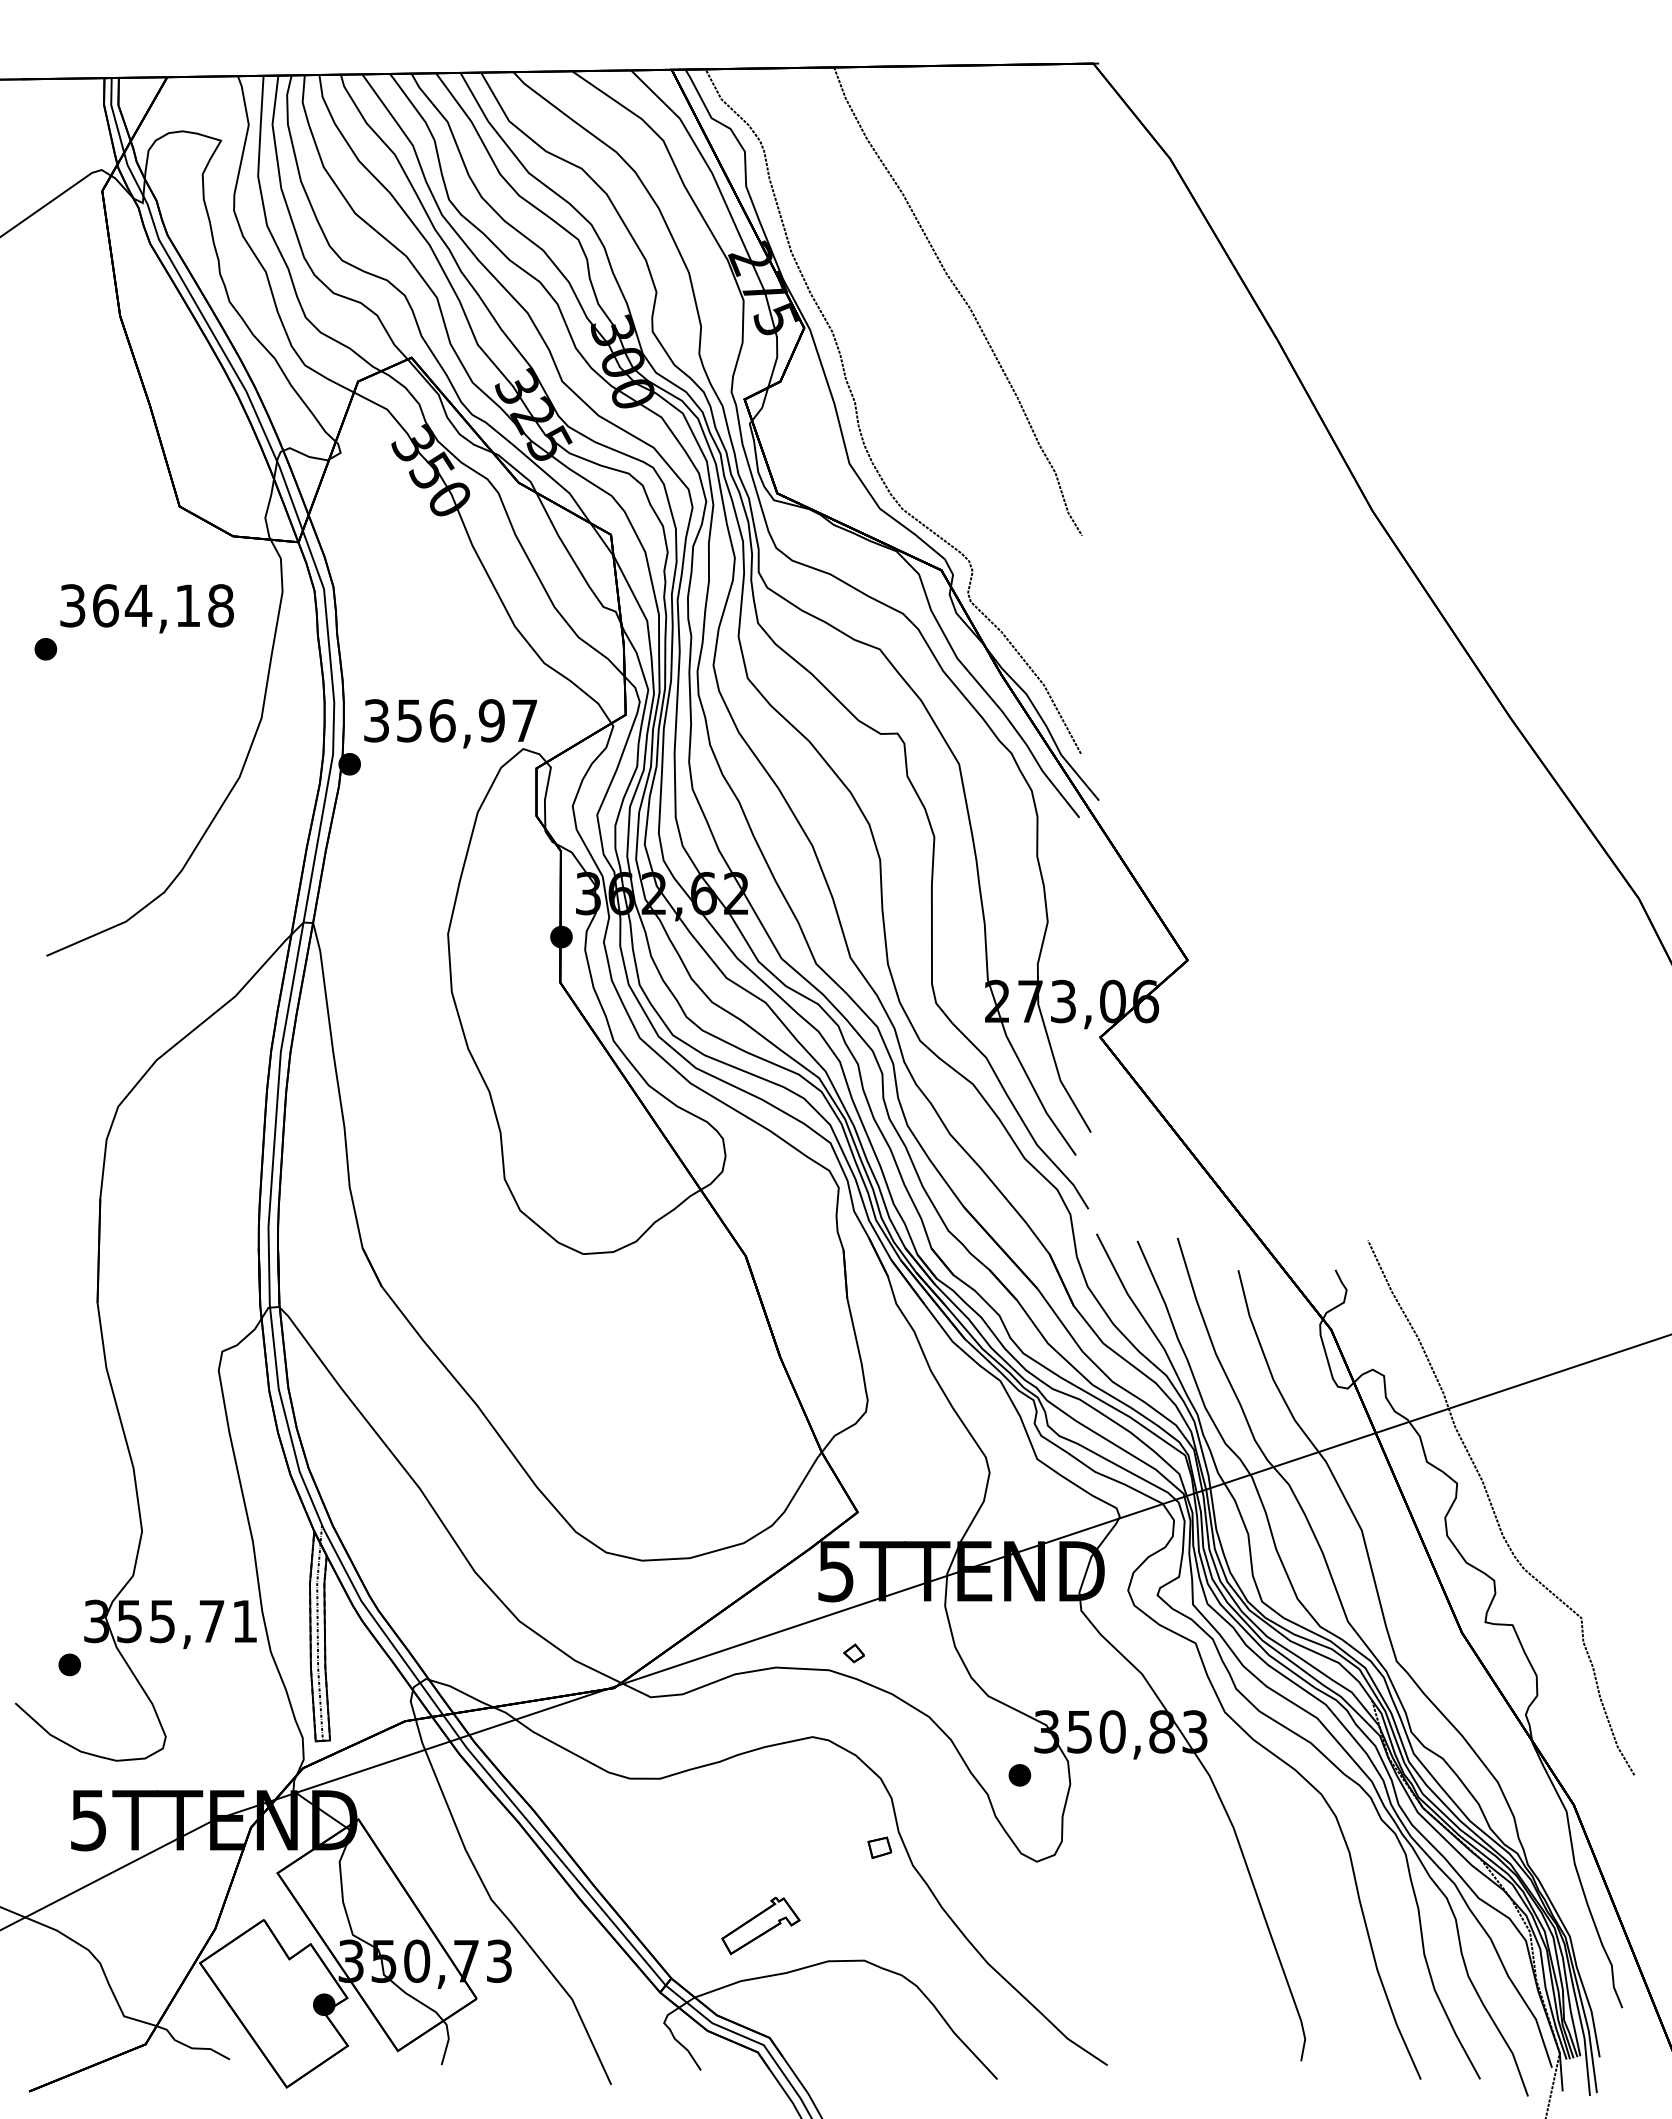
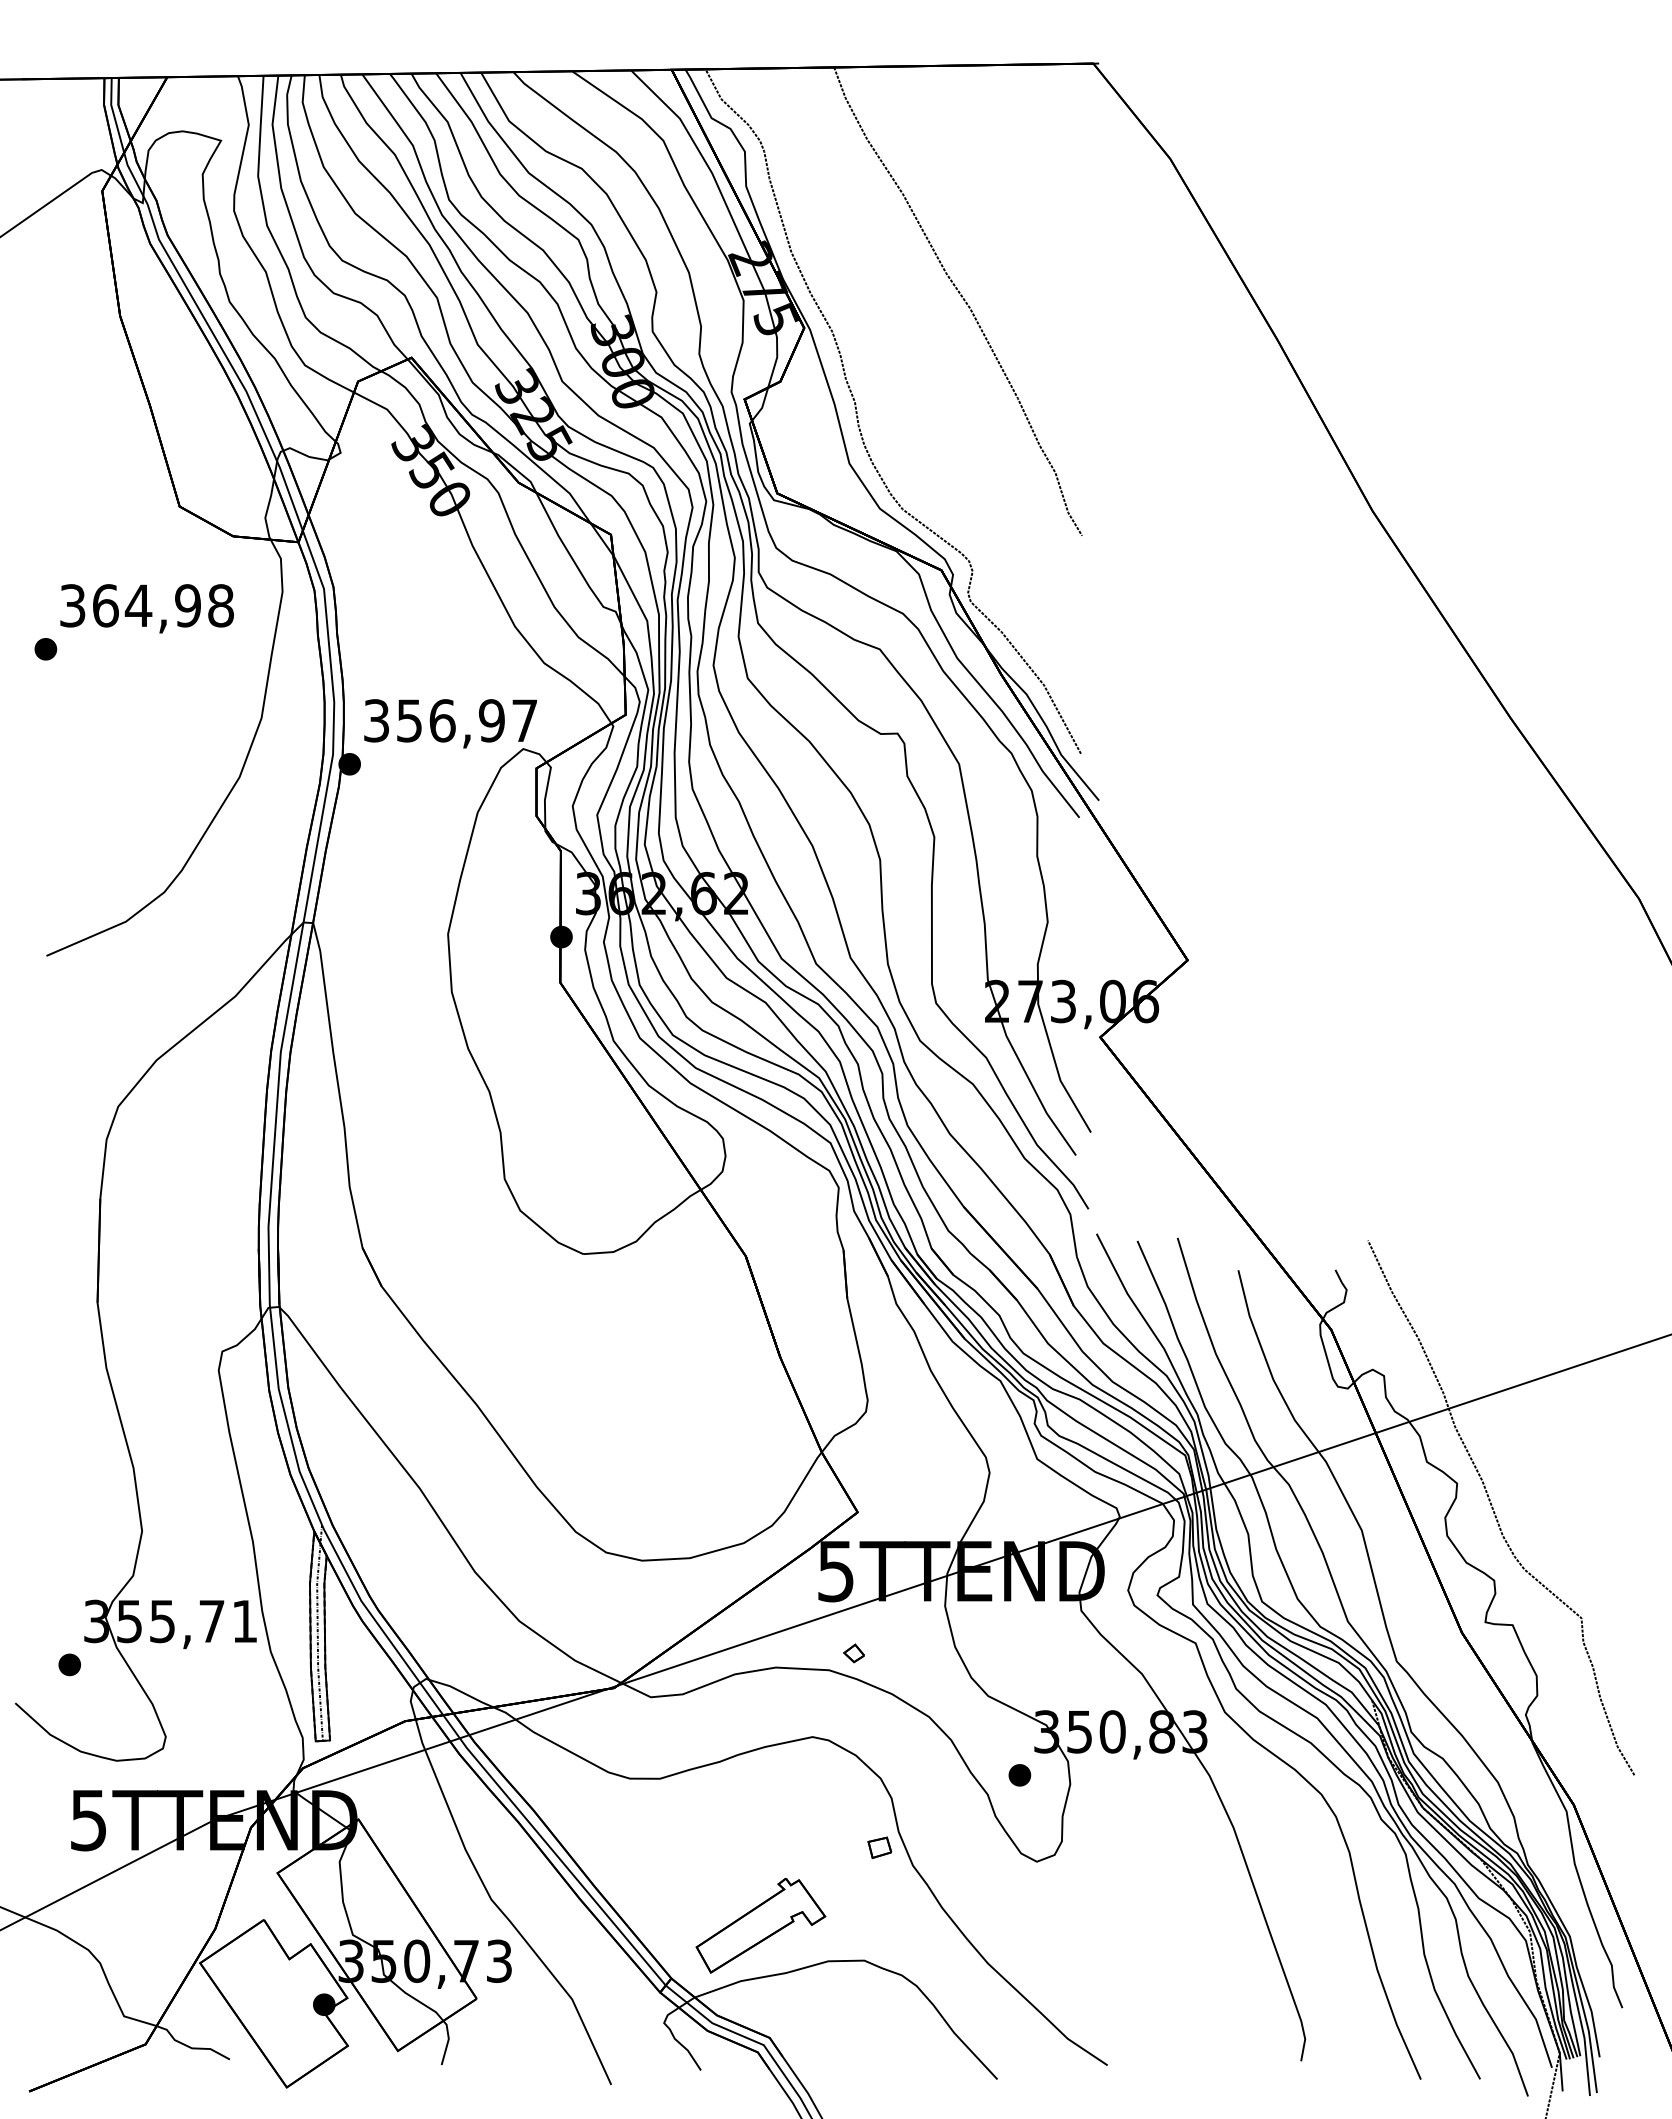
text at (187, 605): 364,18 -> 364,98
part at (760, 1926) size: 80x59 px -> 132x96 px
